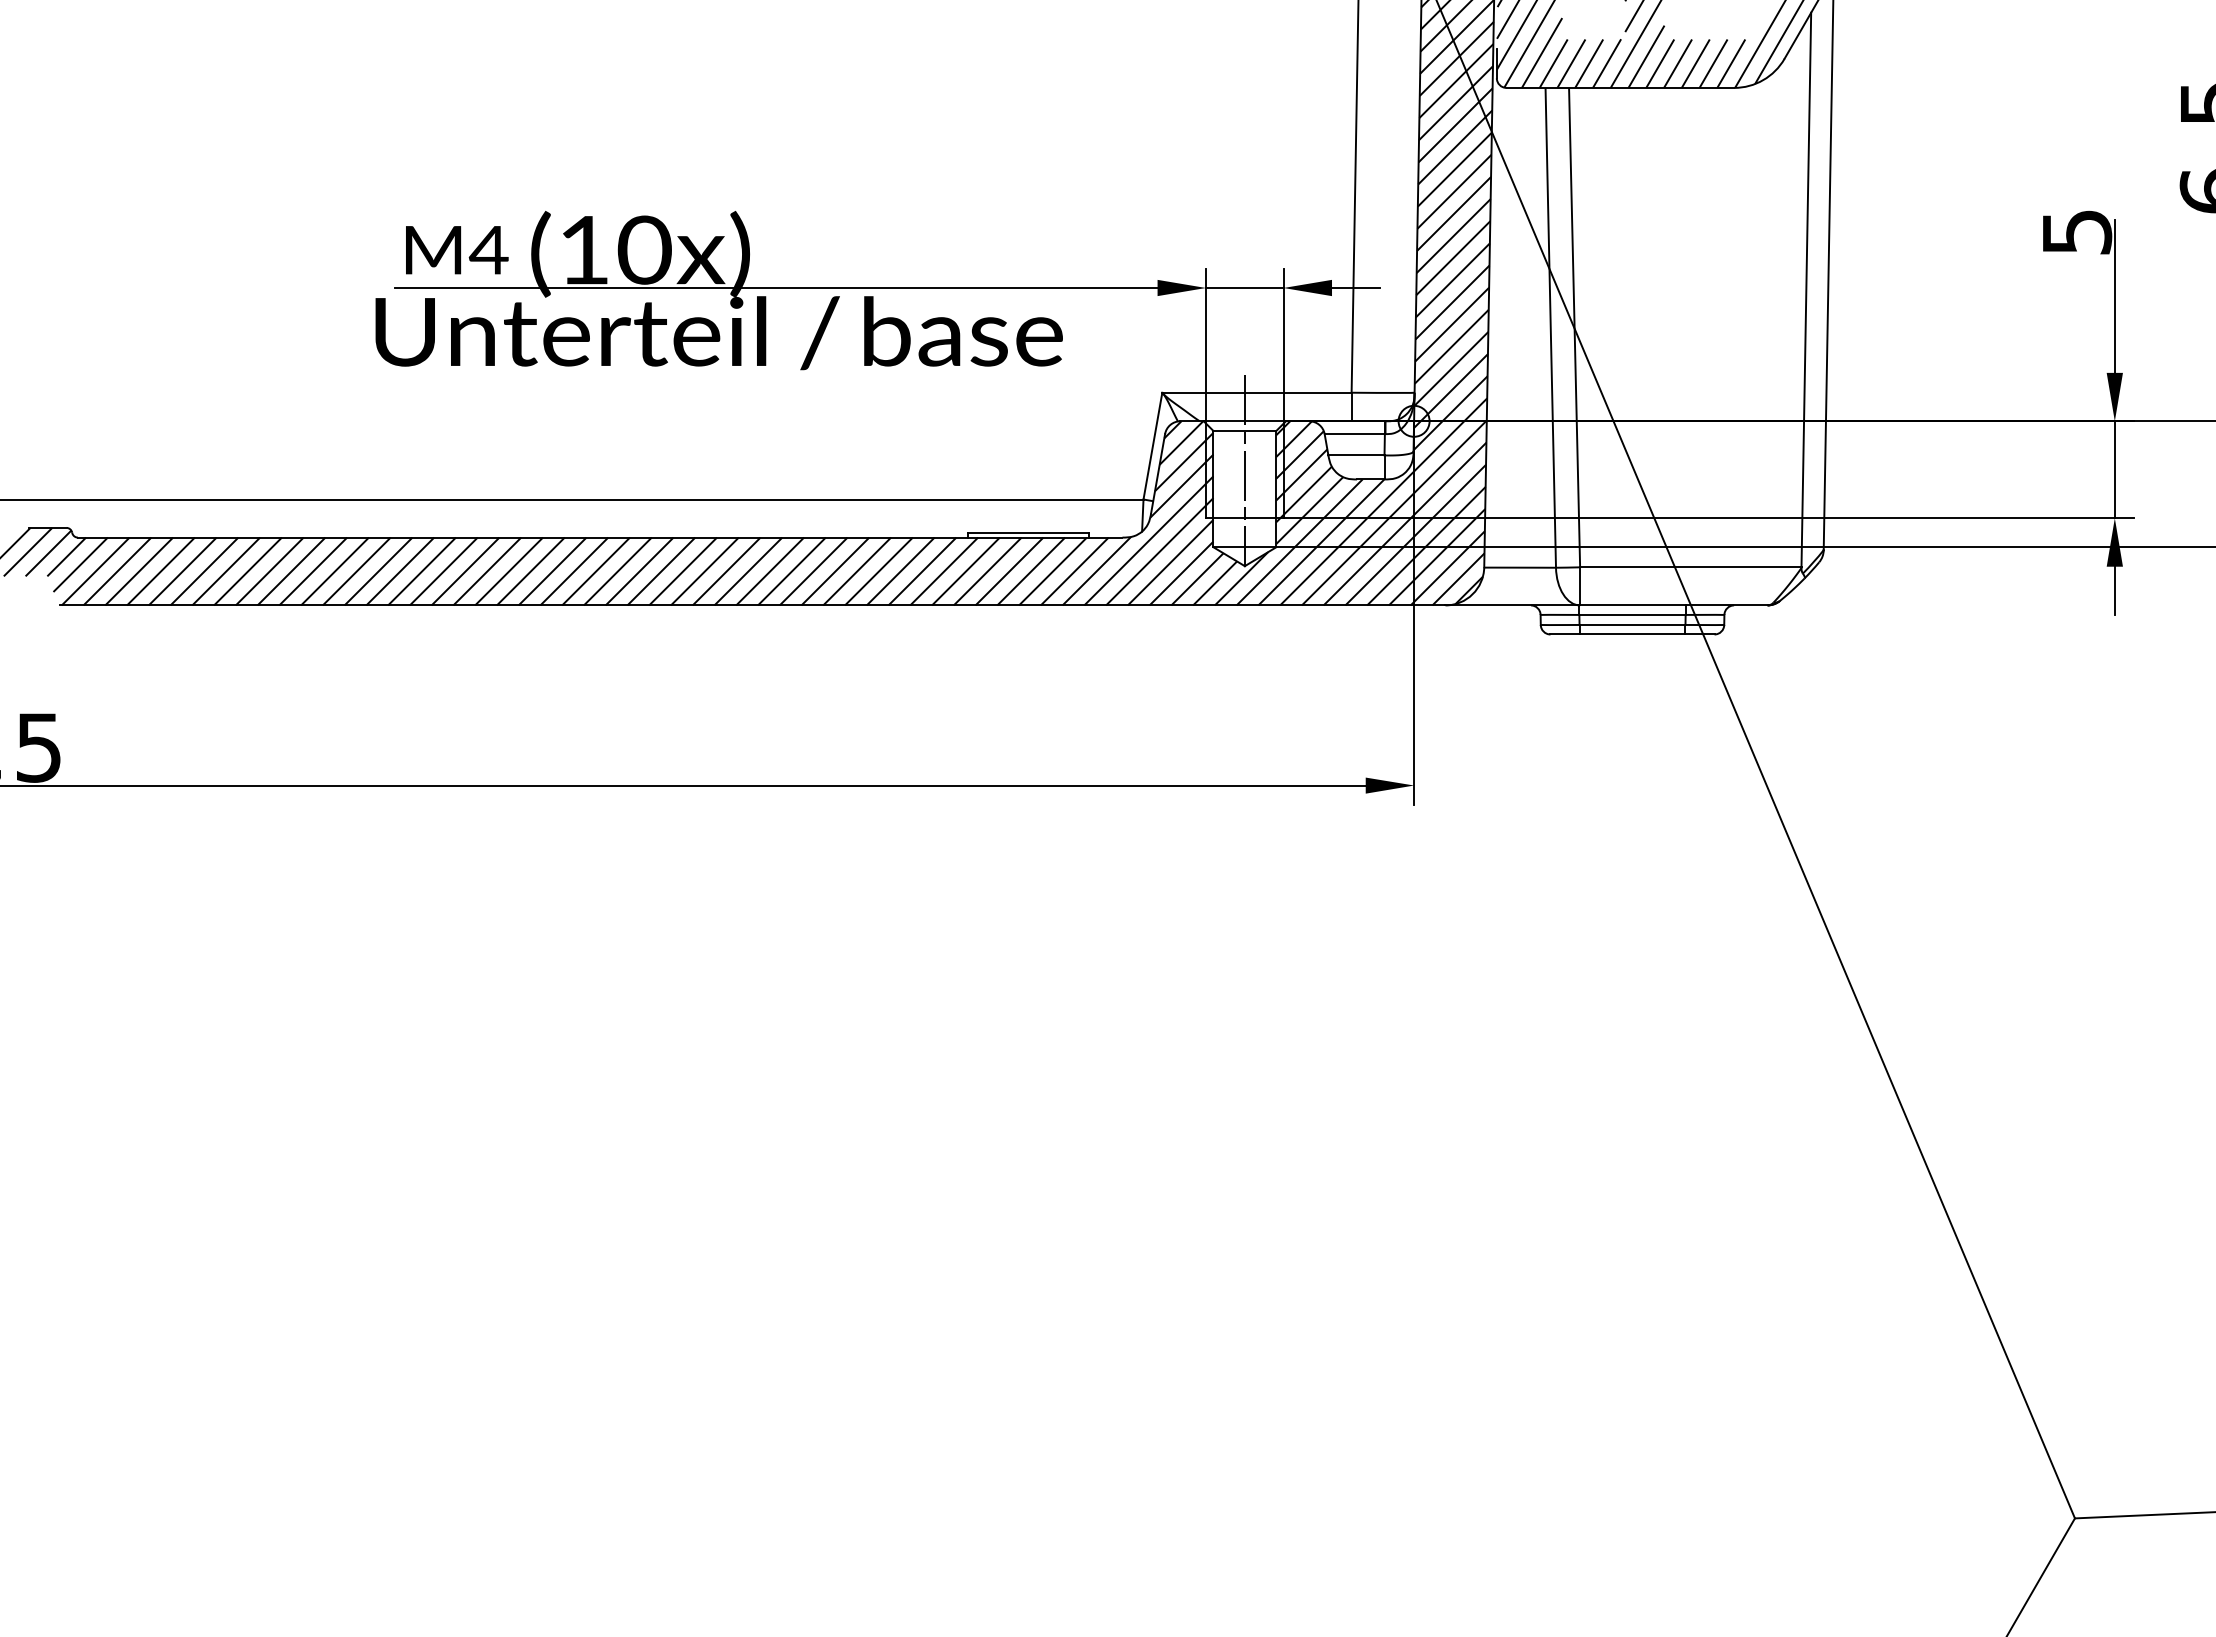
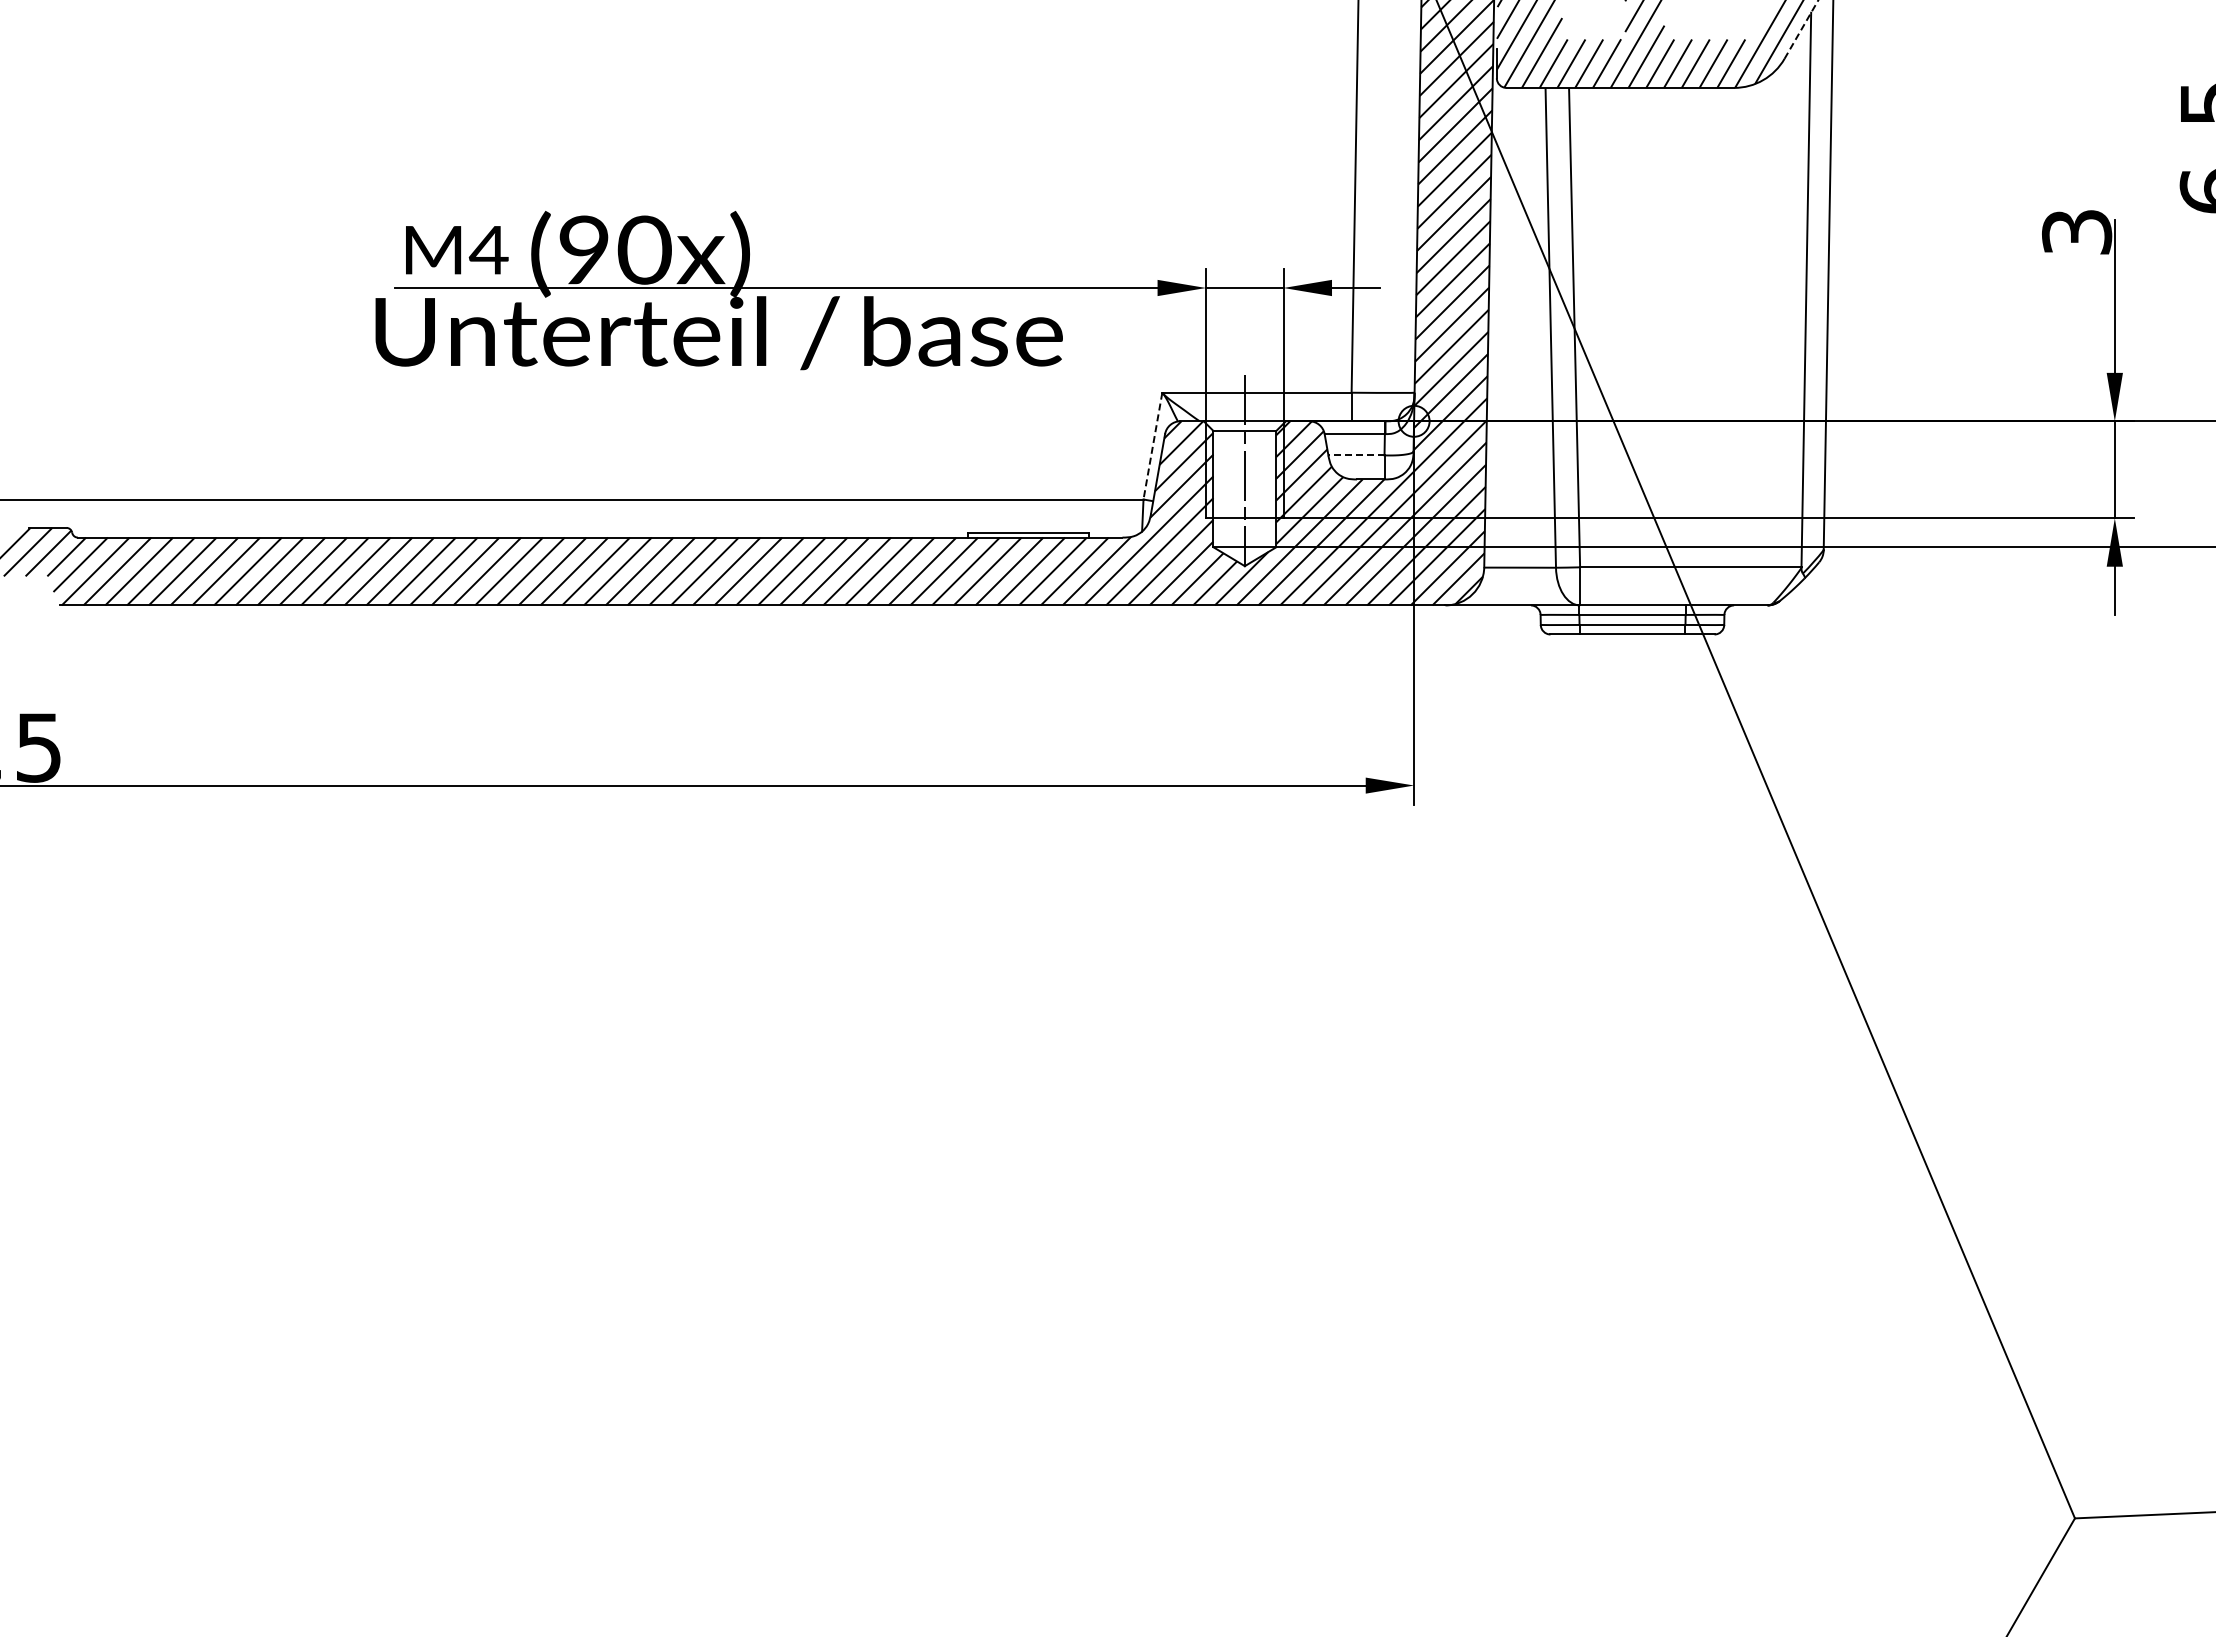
line at (1801, 29): solid -> dashed
text at (2076, 232): 5 -> 3
text at (583, 249): (10x) -> (90x)
line at (1152, 446): solid -> dashed
line at (1355, 455): solid -> dashed
